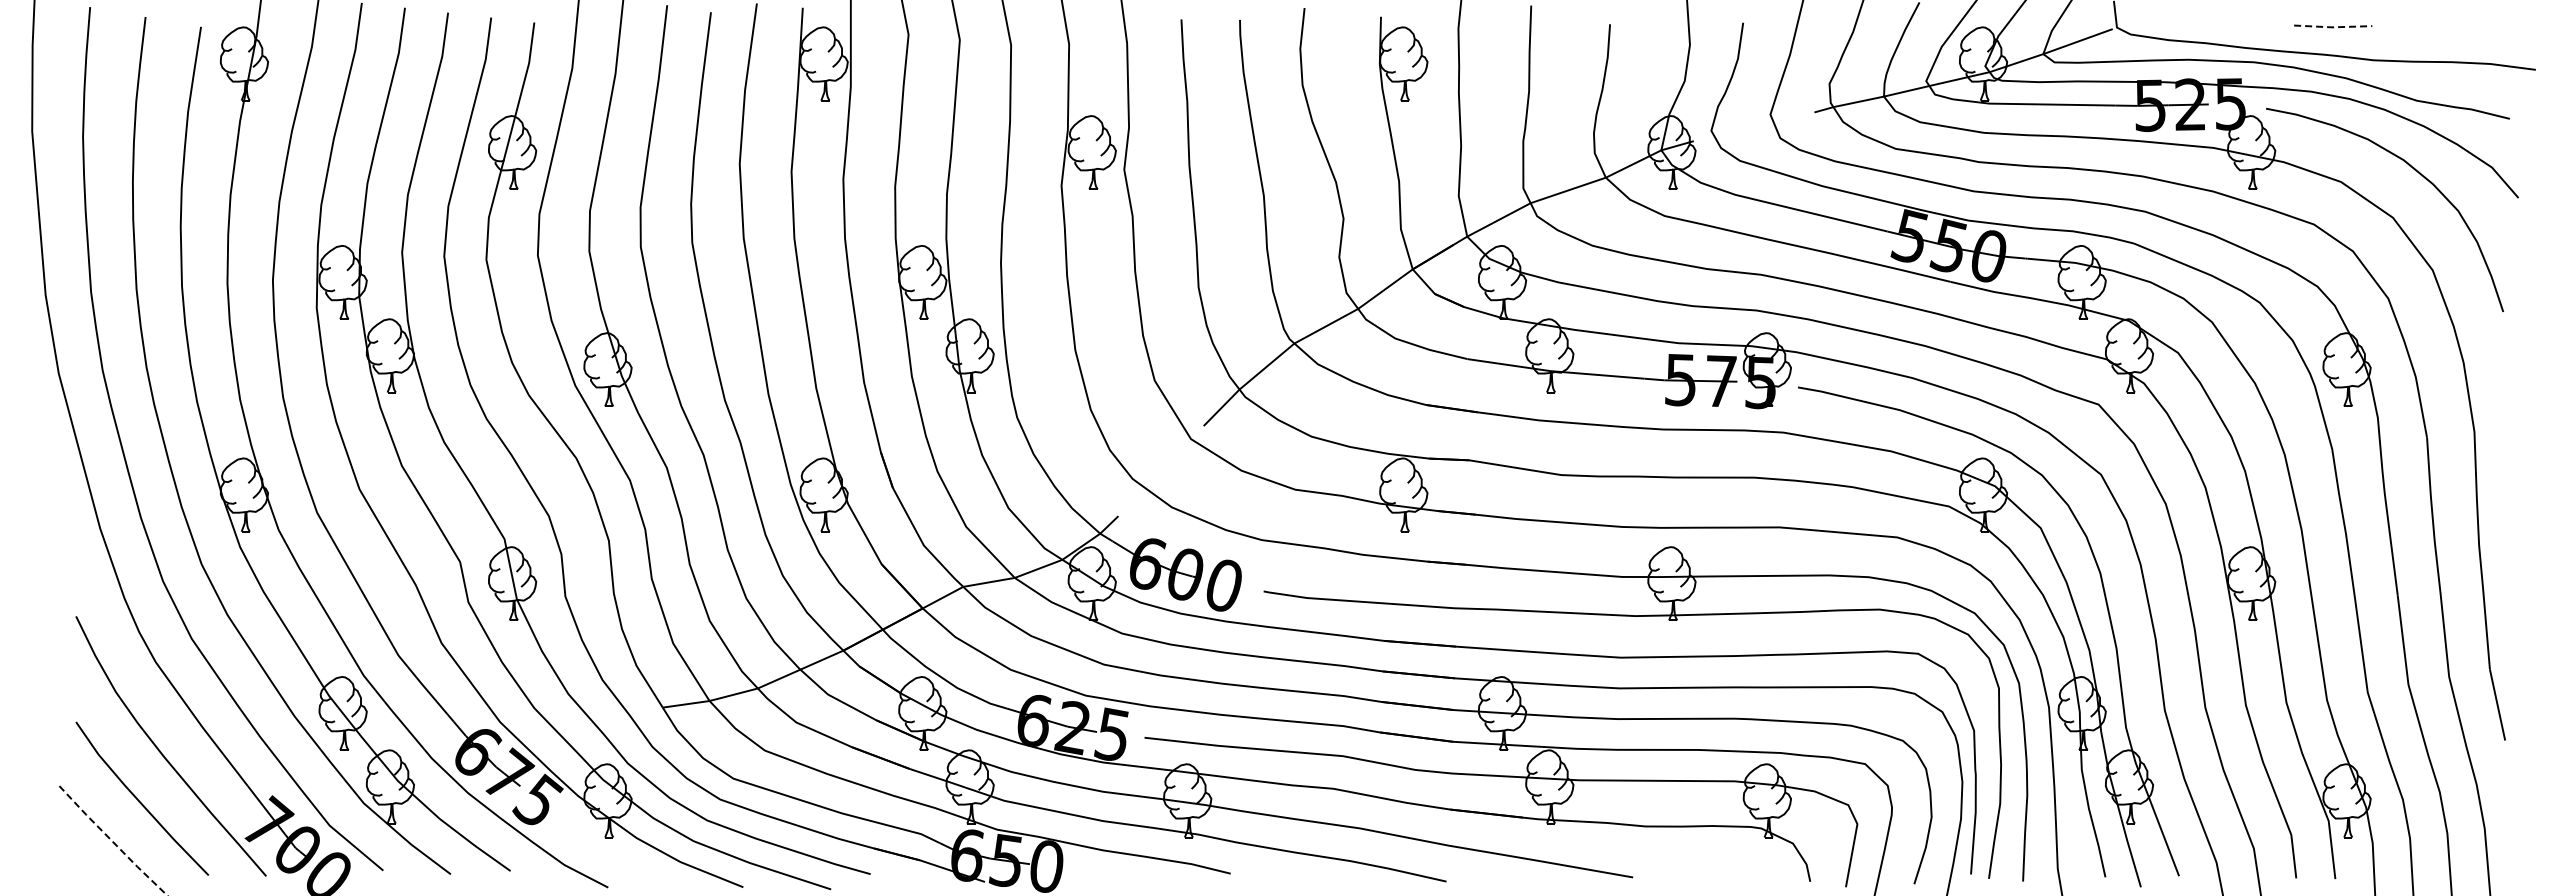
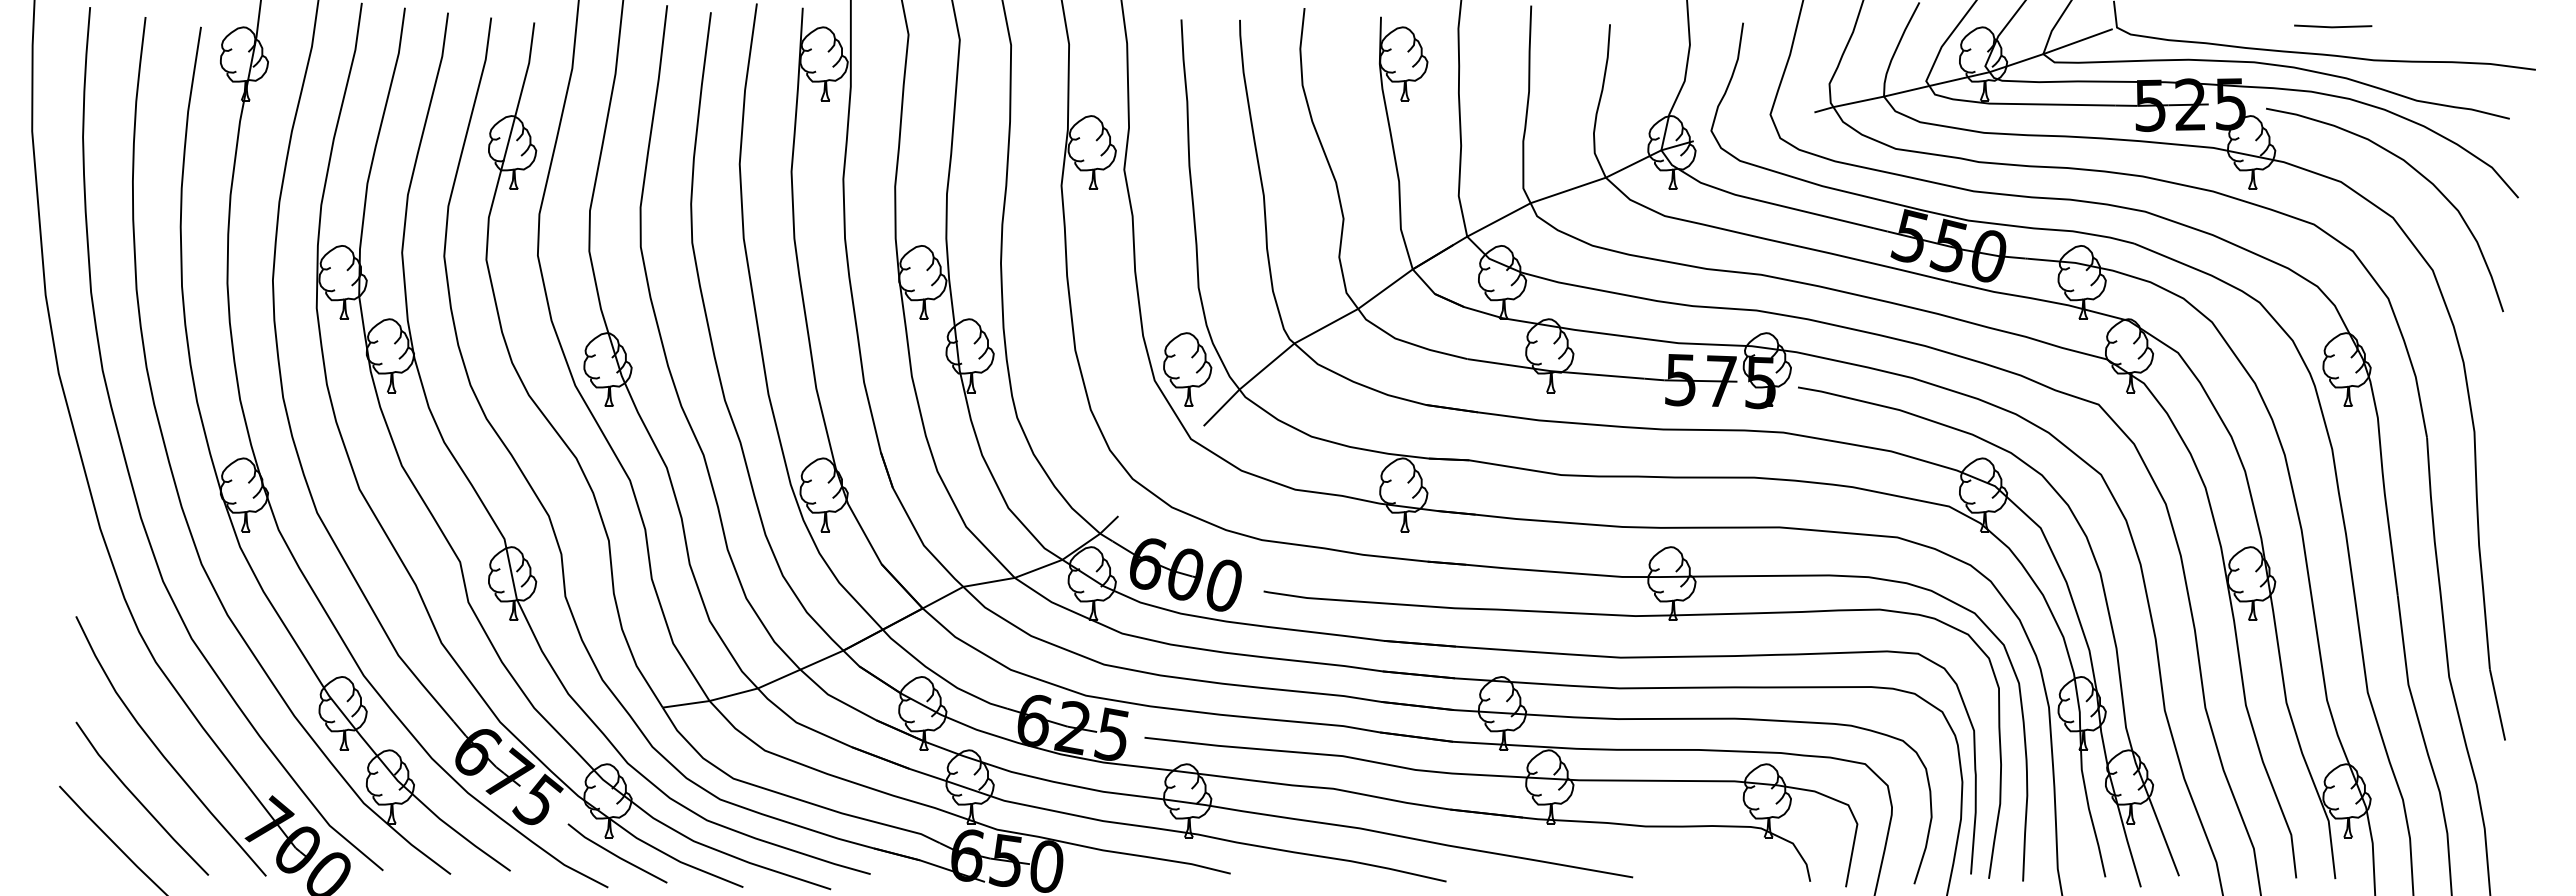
line at (2332, 27): dashed -> solid
part at (1187, 369): none -> present
line at (112, 841): dashed -> solid
line at (616, 854): none -> present
